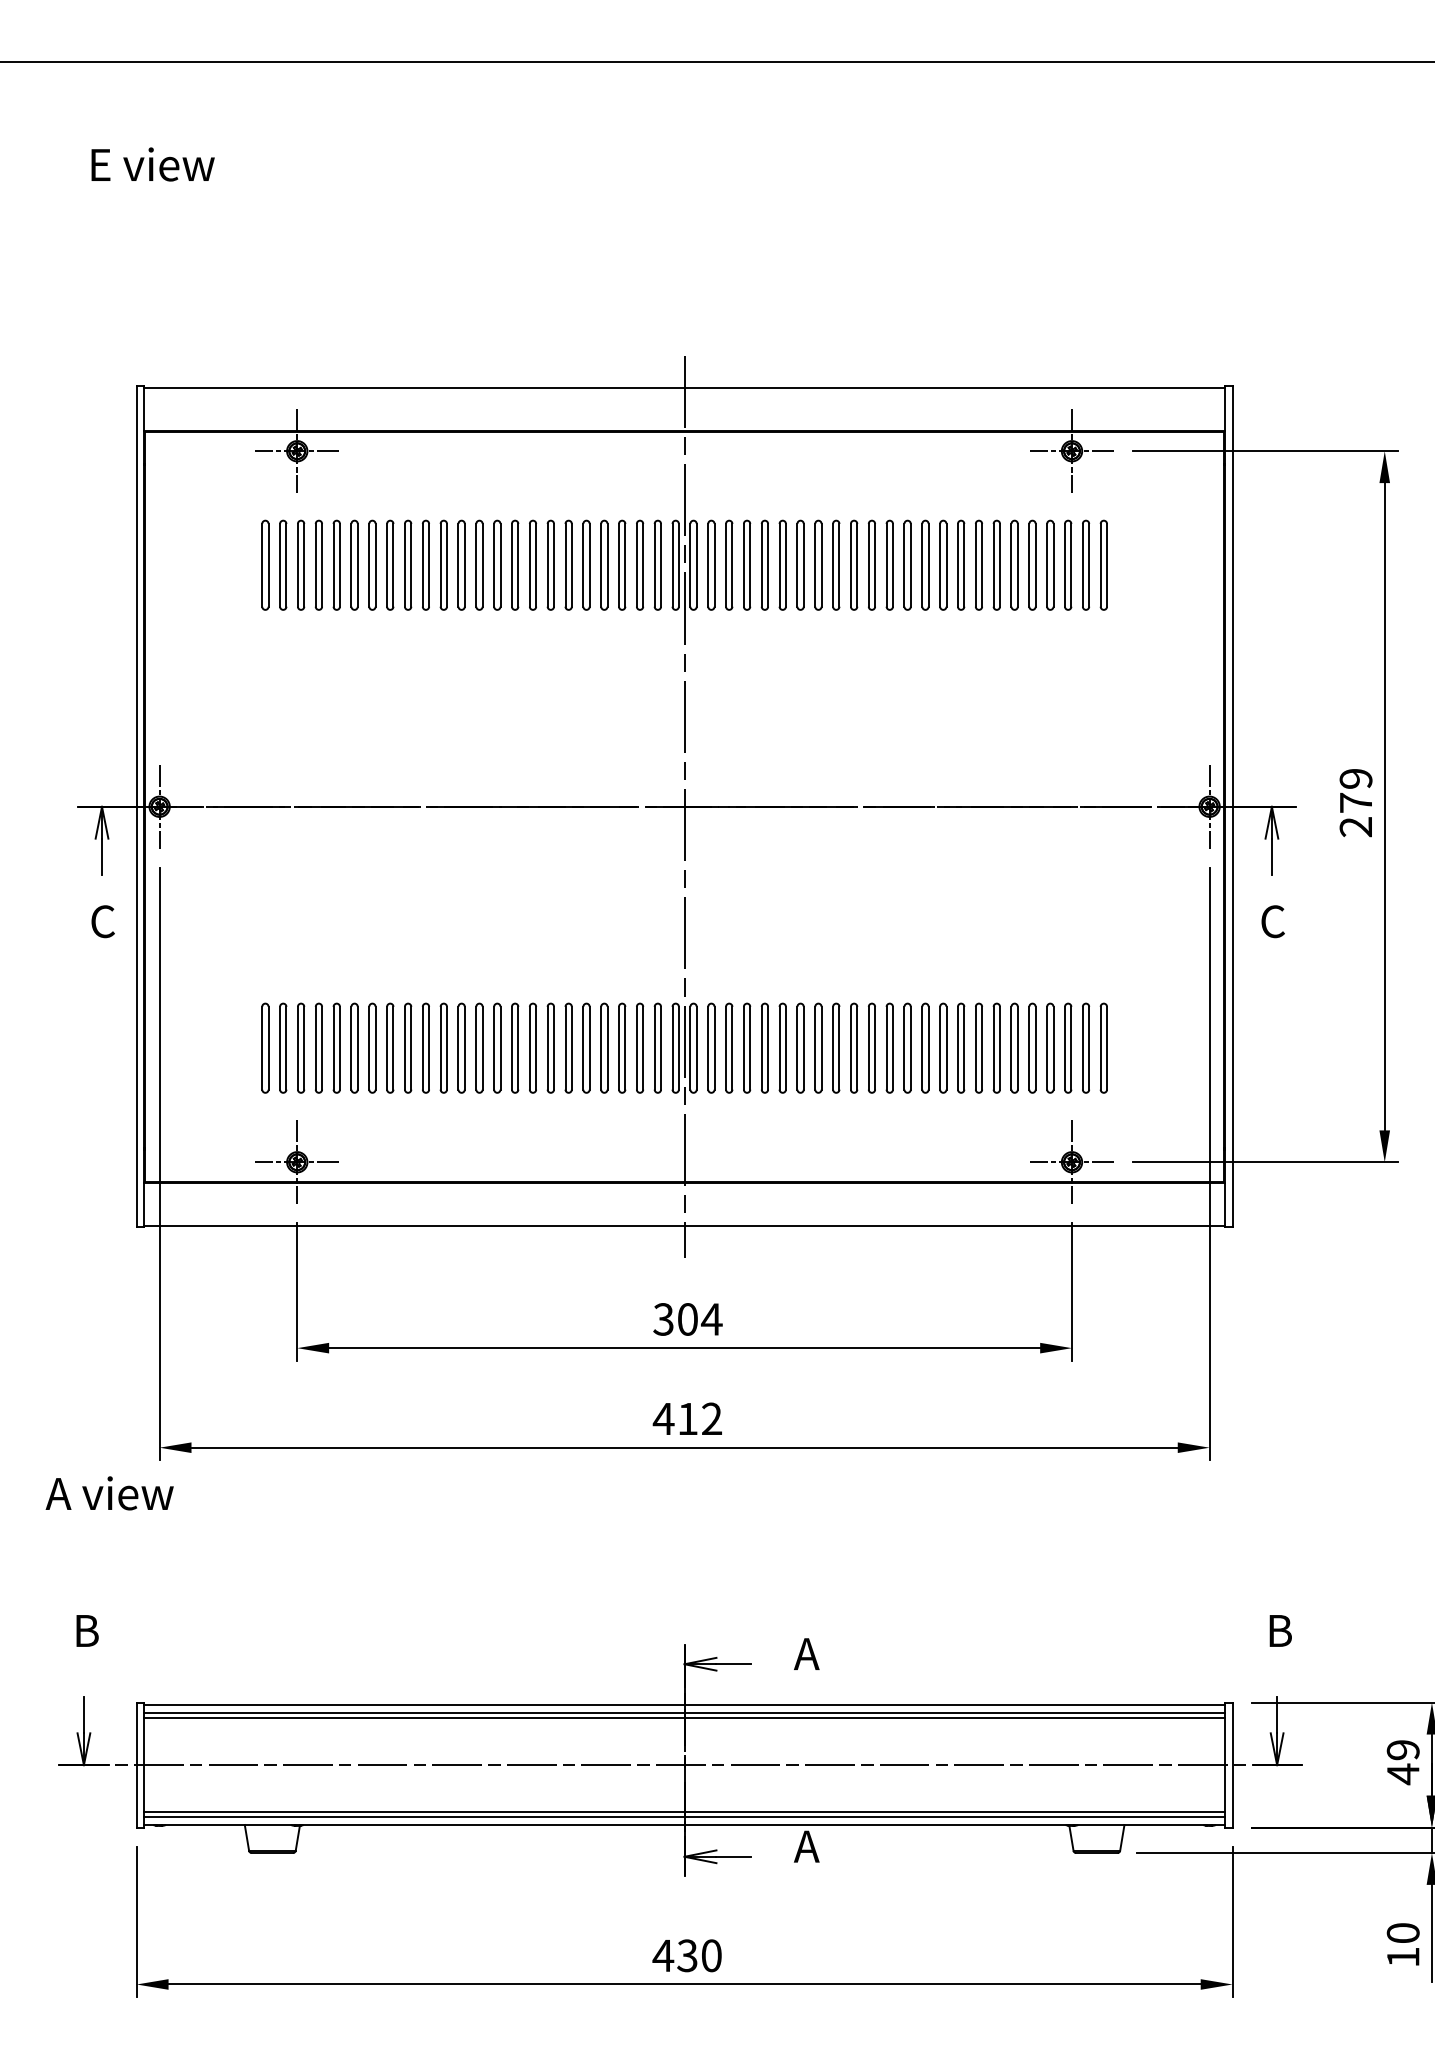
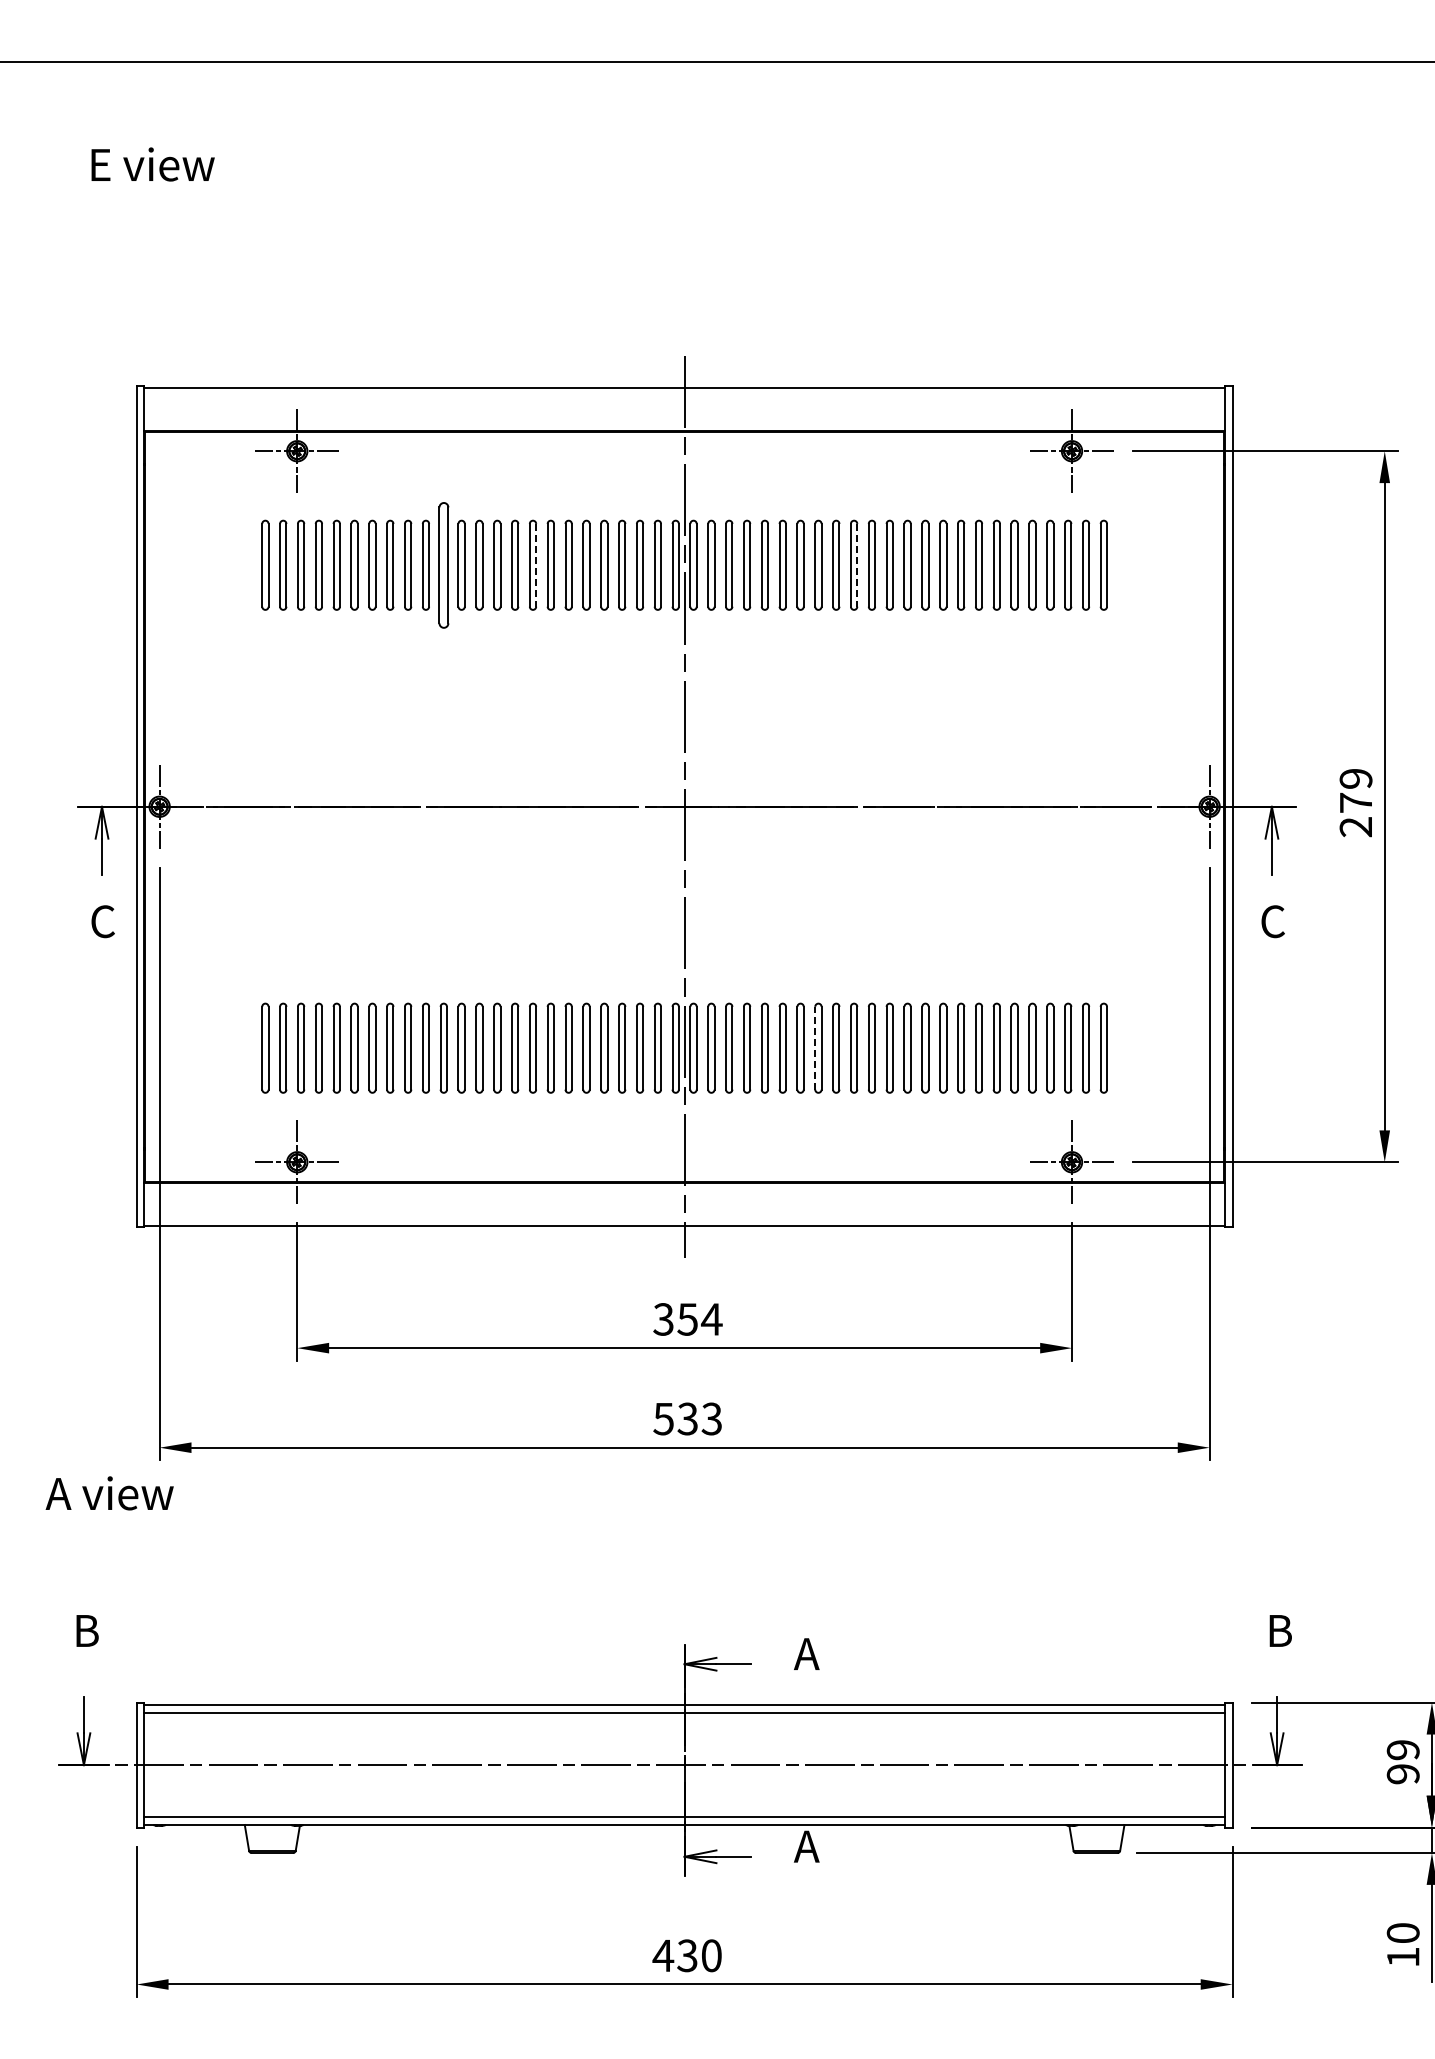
part at (443, 564) size: 9x92 px -> 12x127 px
line at (536, 565): solid -> dashed
line at (857, 565): solid -> dashed
line at (815, 1047): solid -> dashed
text at (687, 1319): 304 -> 354
text at (686, 1418): 412 -> 533
line at (684, 1717): present -> none
text at (1402, 1774): 49 -> 99
line at (684, 1812): present -> none
